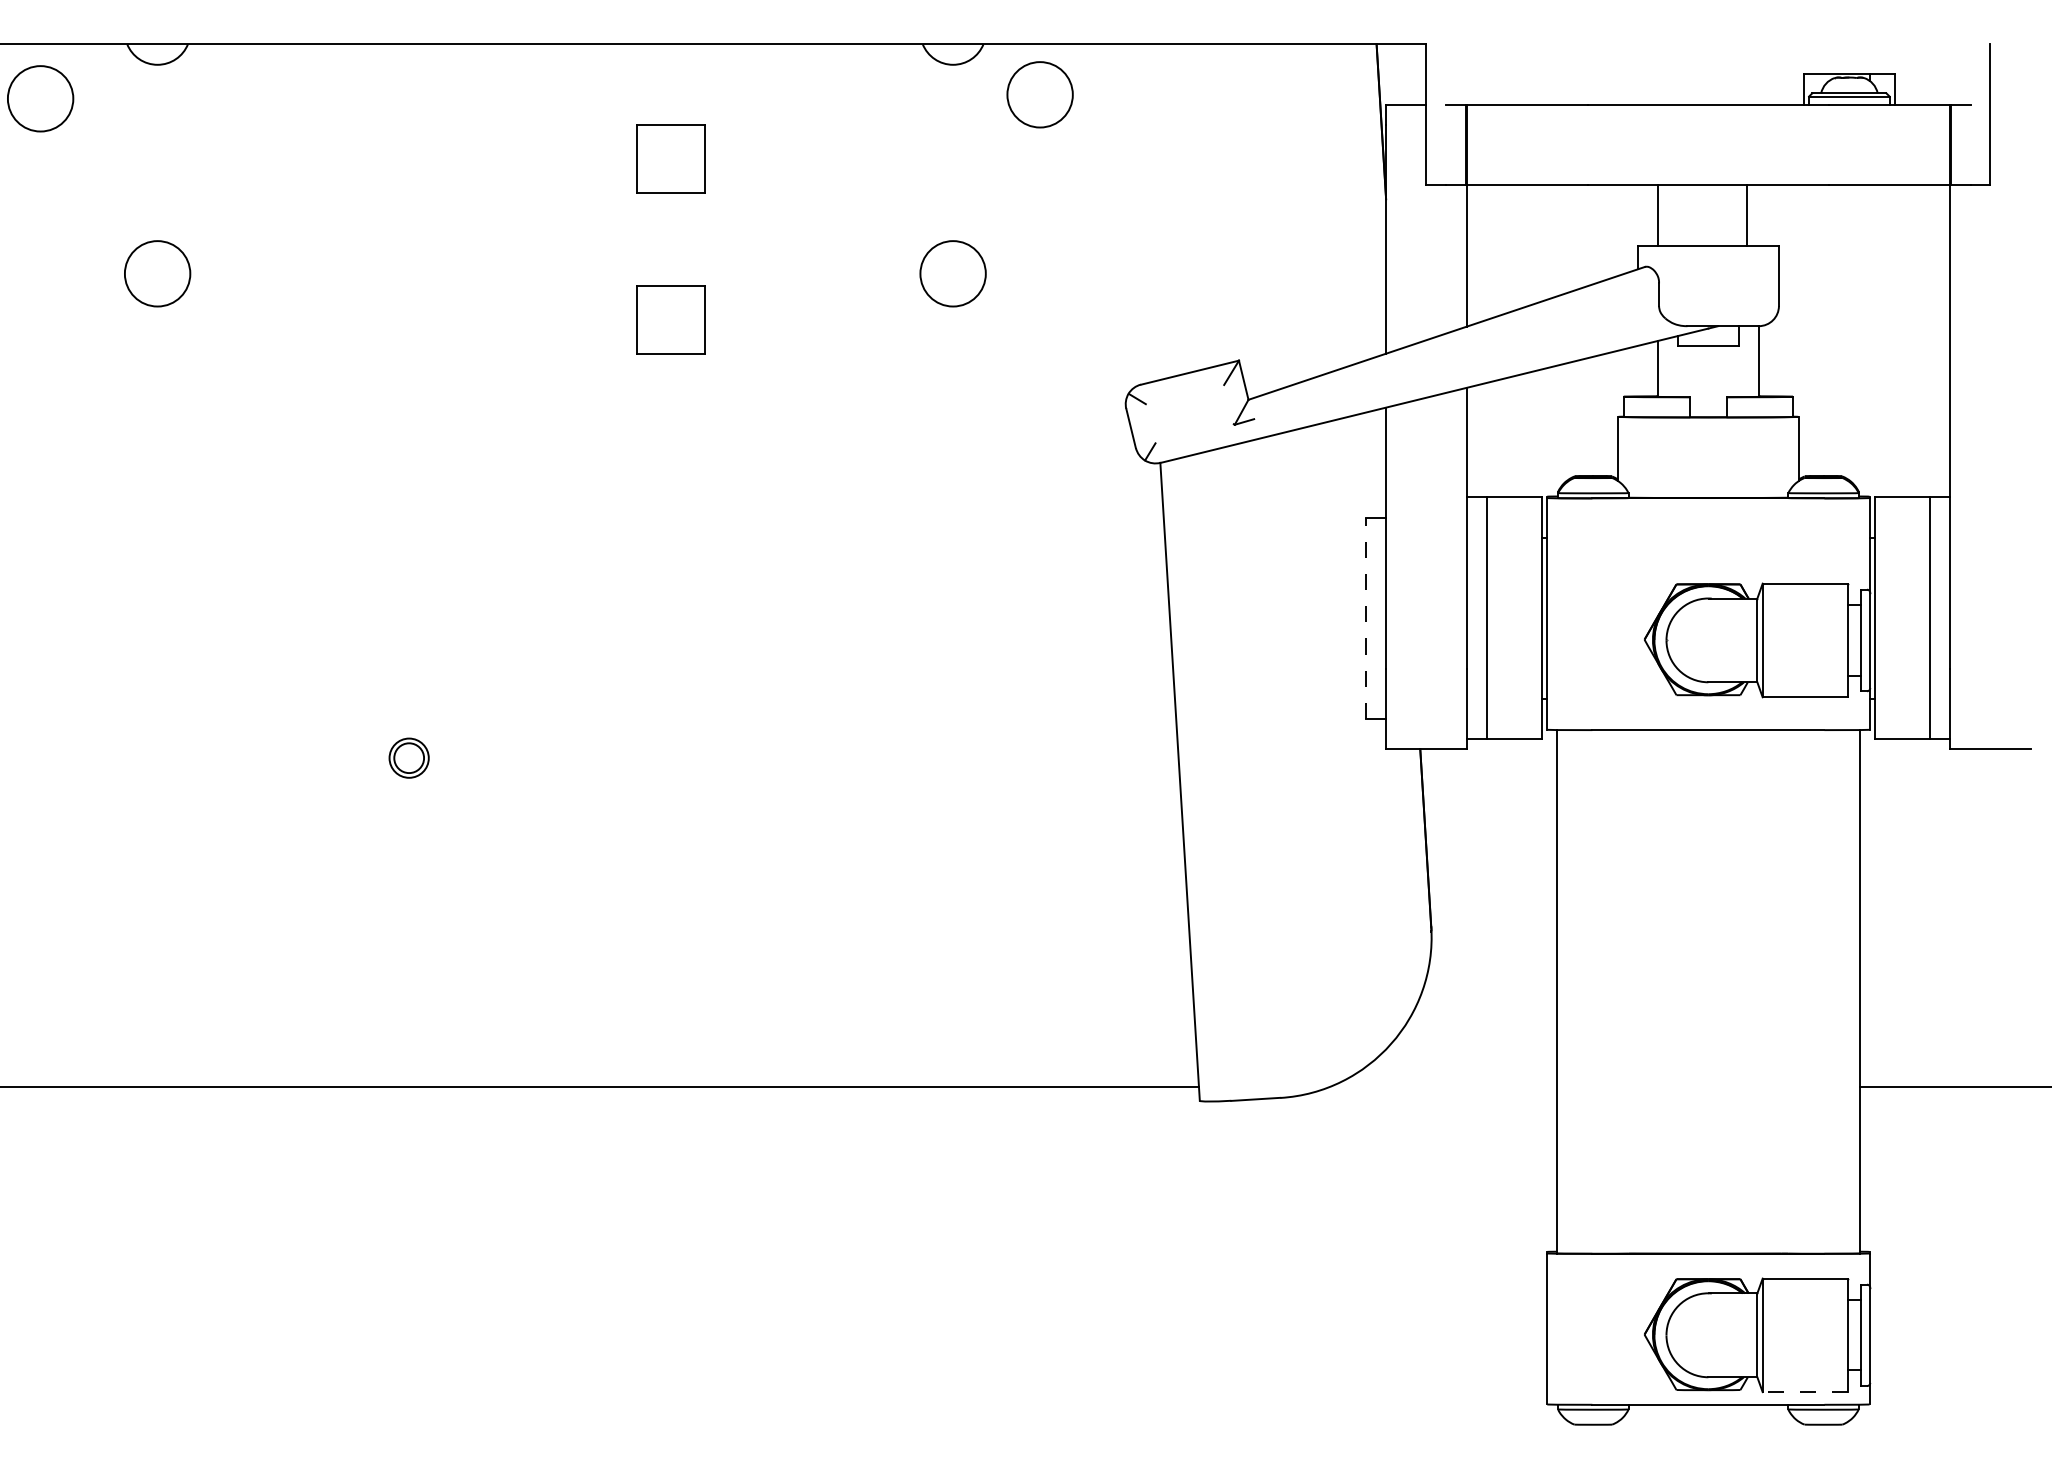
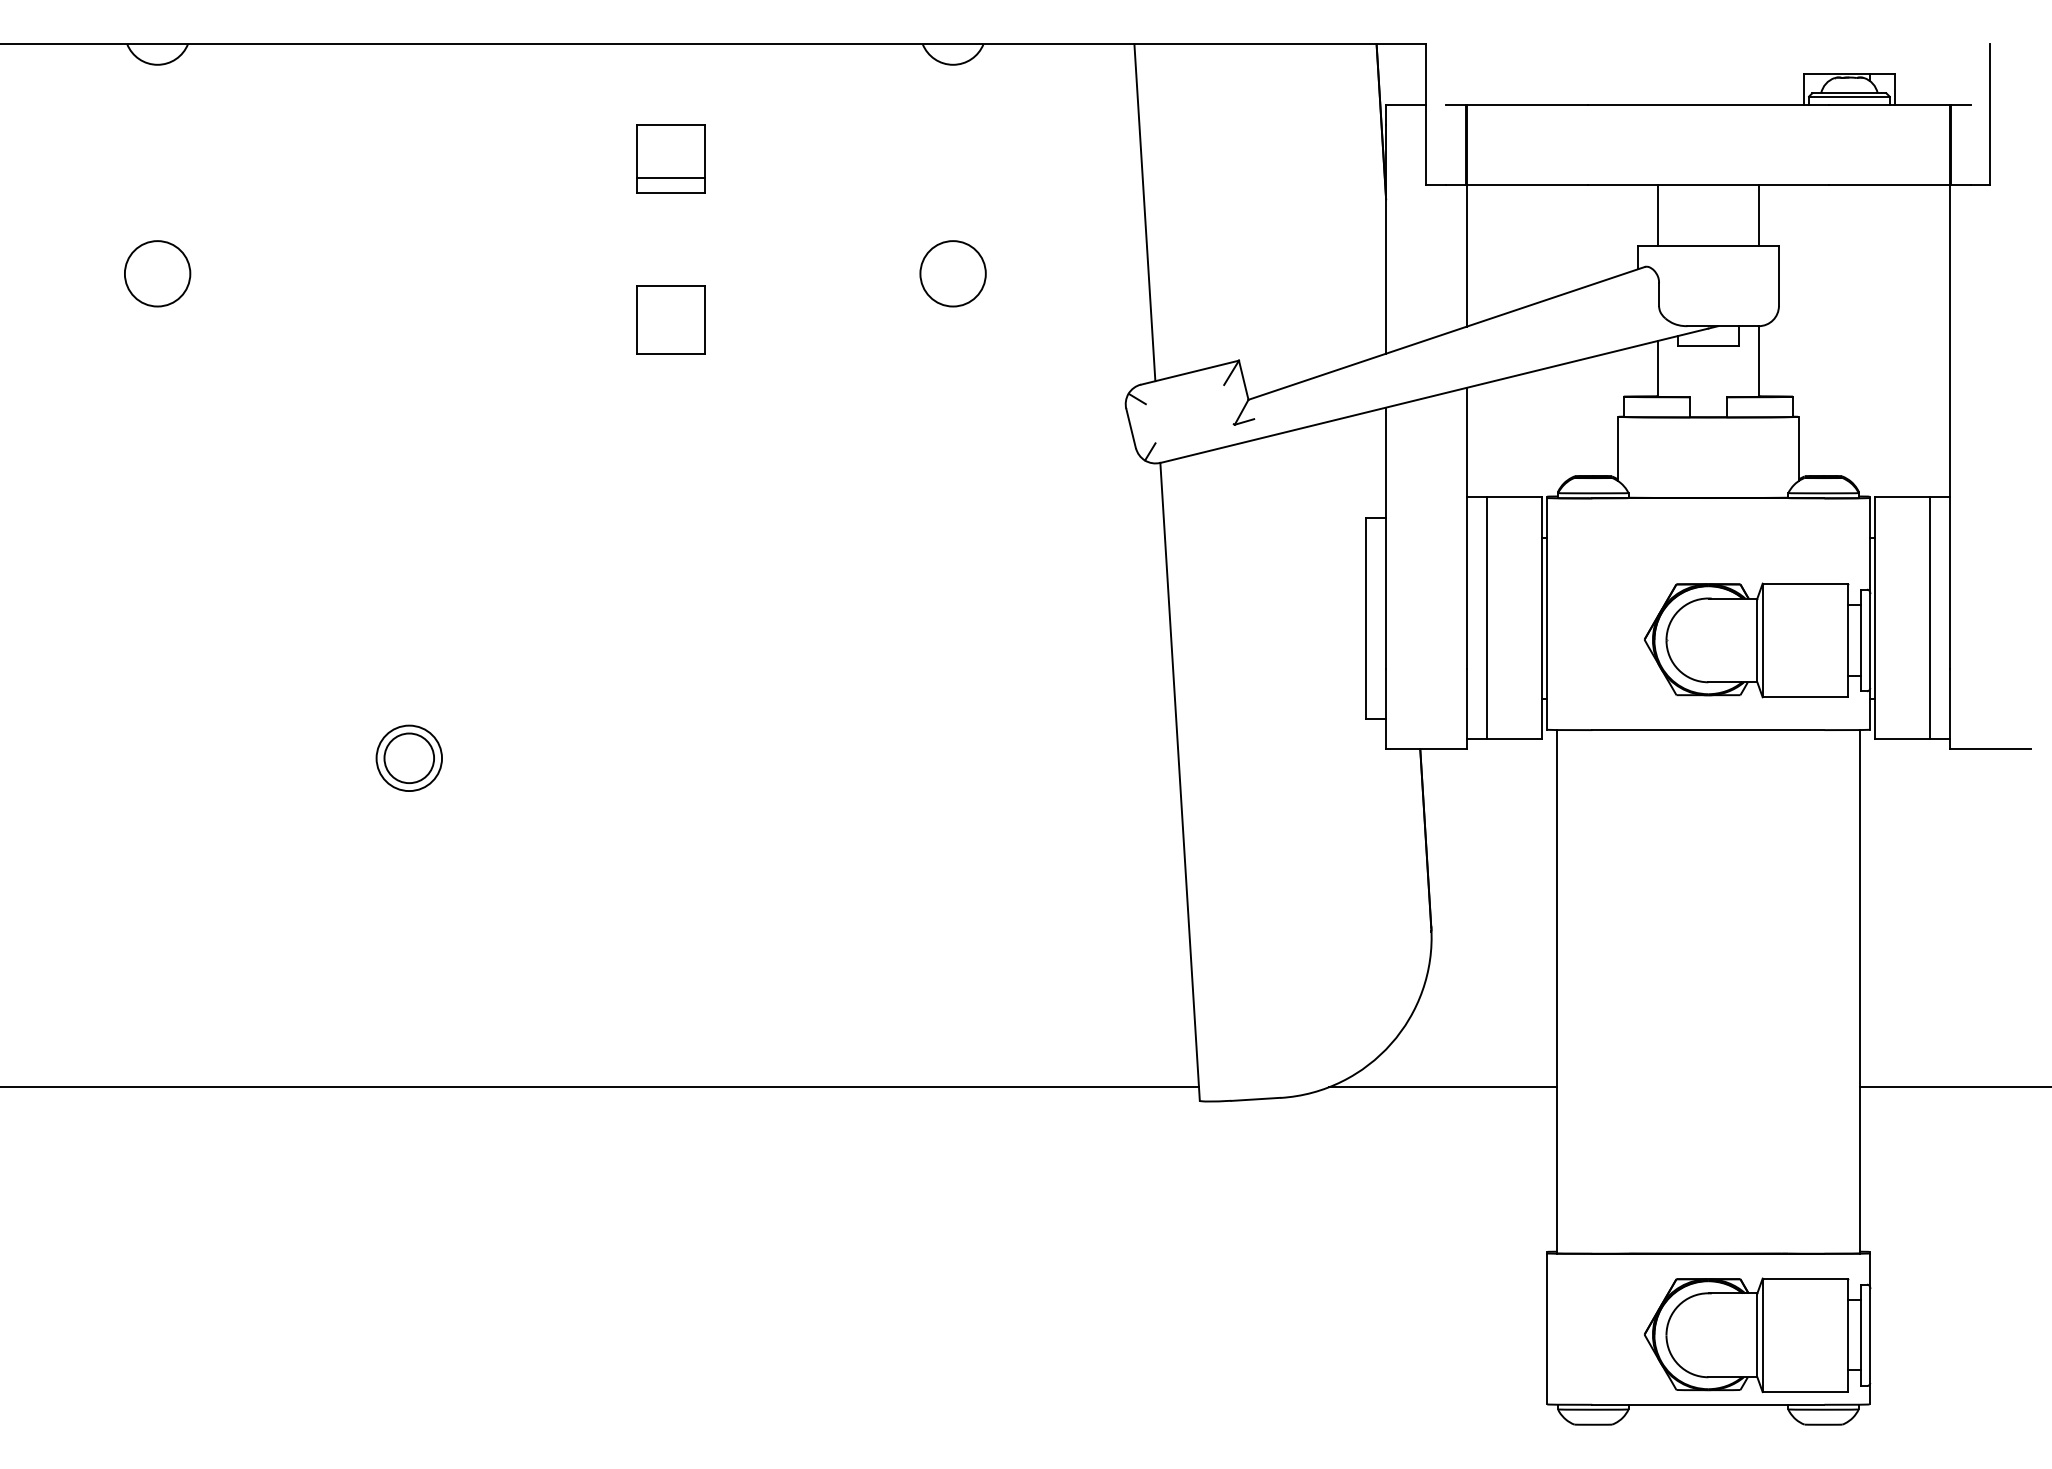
circle at (1039, 94): present -> none
circle at (40, 98): present -> none
line at (670, 178): none -> present
line at (1144, 212): none -> present
line at (1746, 215) position: (1746, 215) -> (1758, 215)
line at (1365, 618): dashed -> solid
part at (408, 757) size: 42x42 px -> 68x68 px
line at (1442, 1087): none -> present
line at (1805, 1392): dashed -> solid
